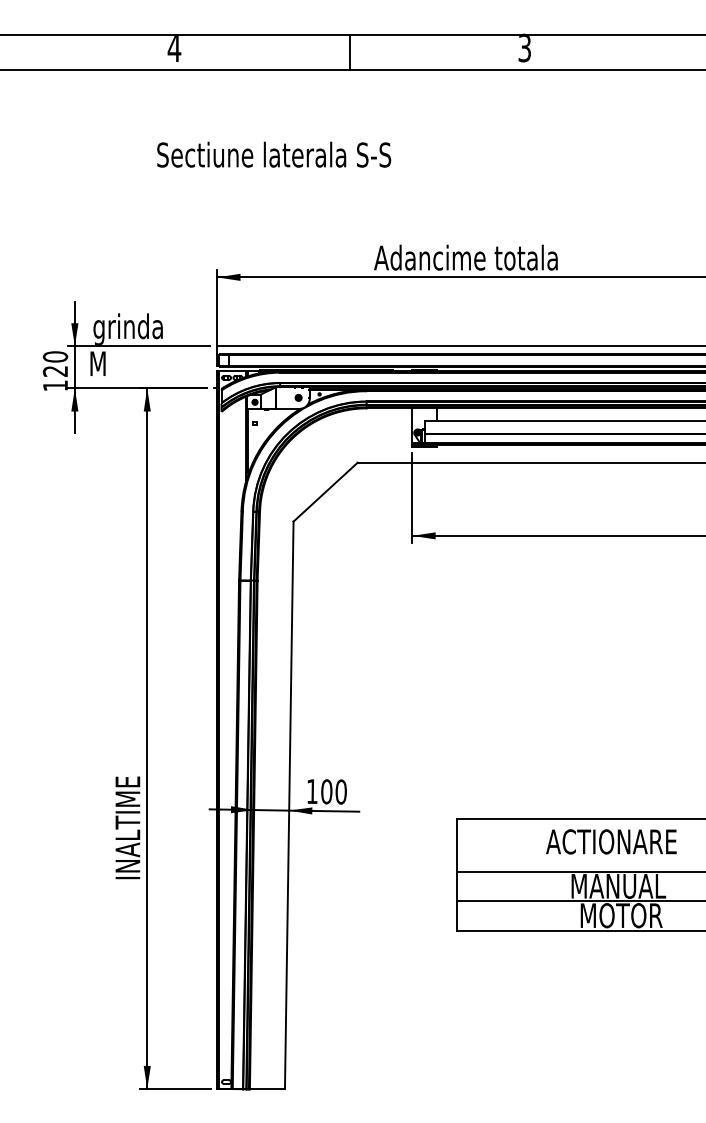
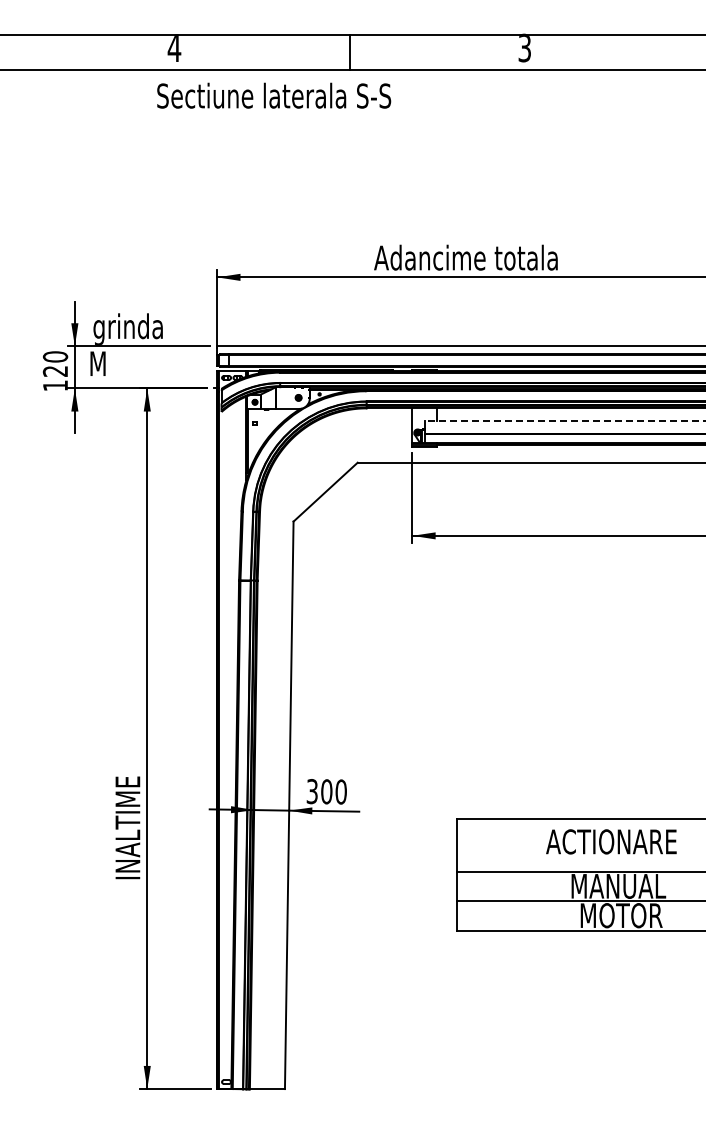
text at (274, 154) position: (274, 154) -> (274, 95)
line at (564, 421): solid -> dashed
text at (311, 791): 100 -> 300
